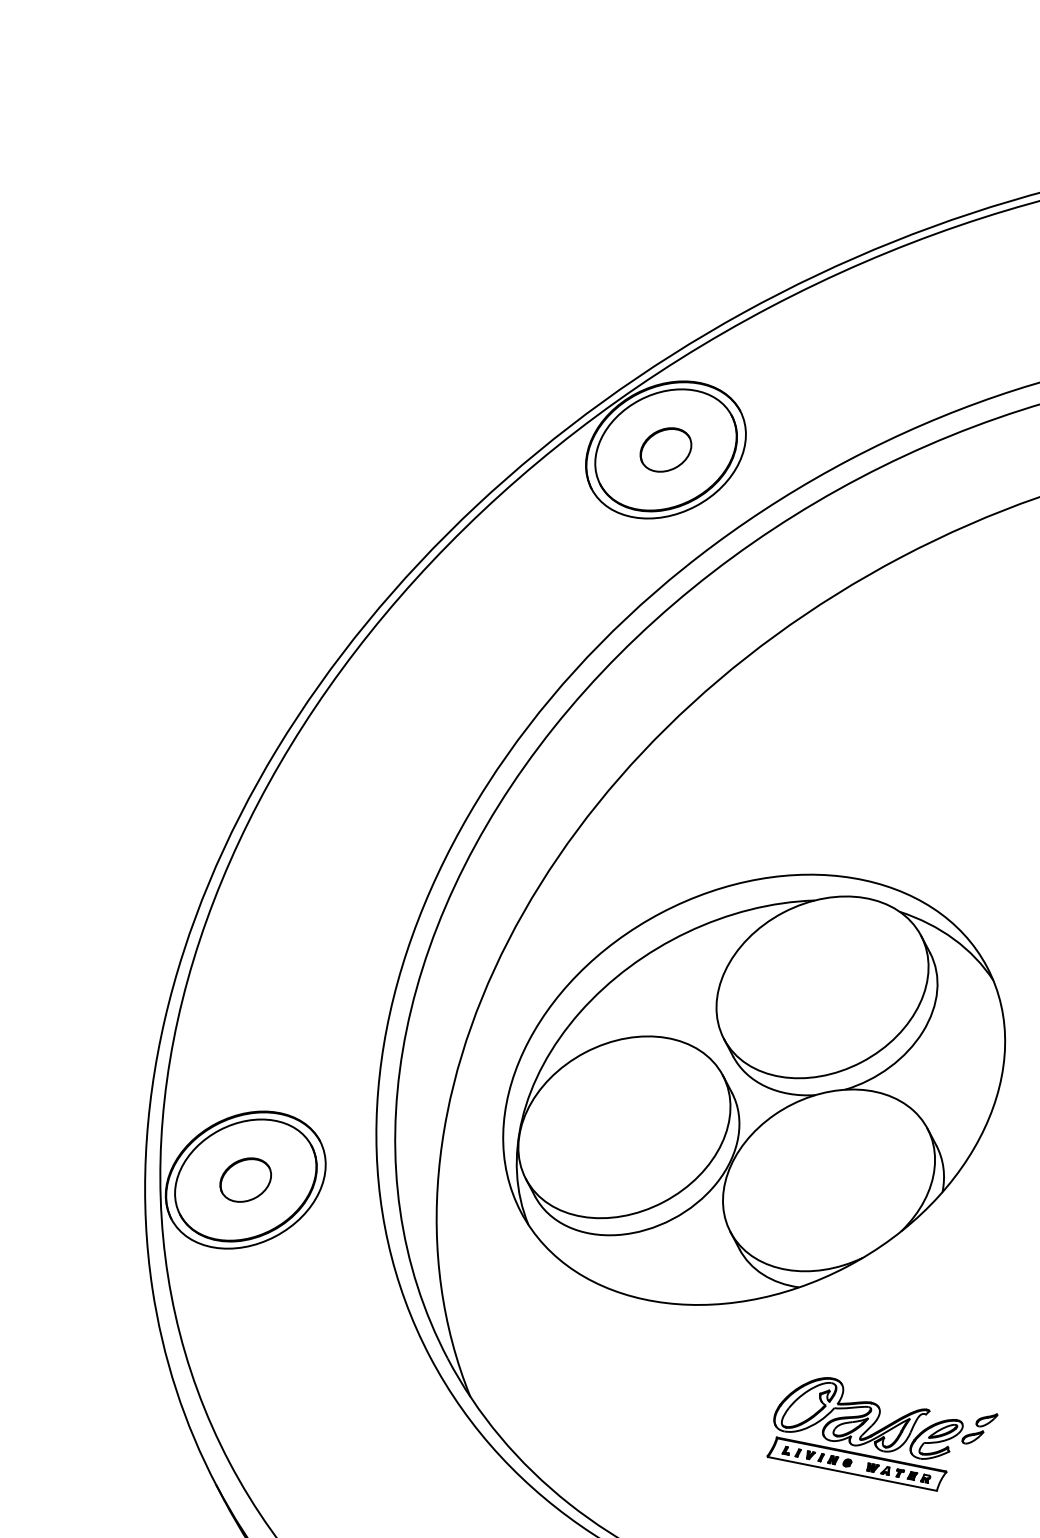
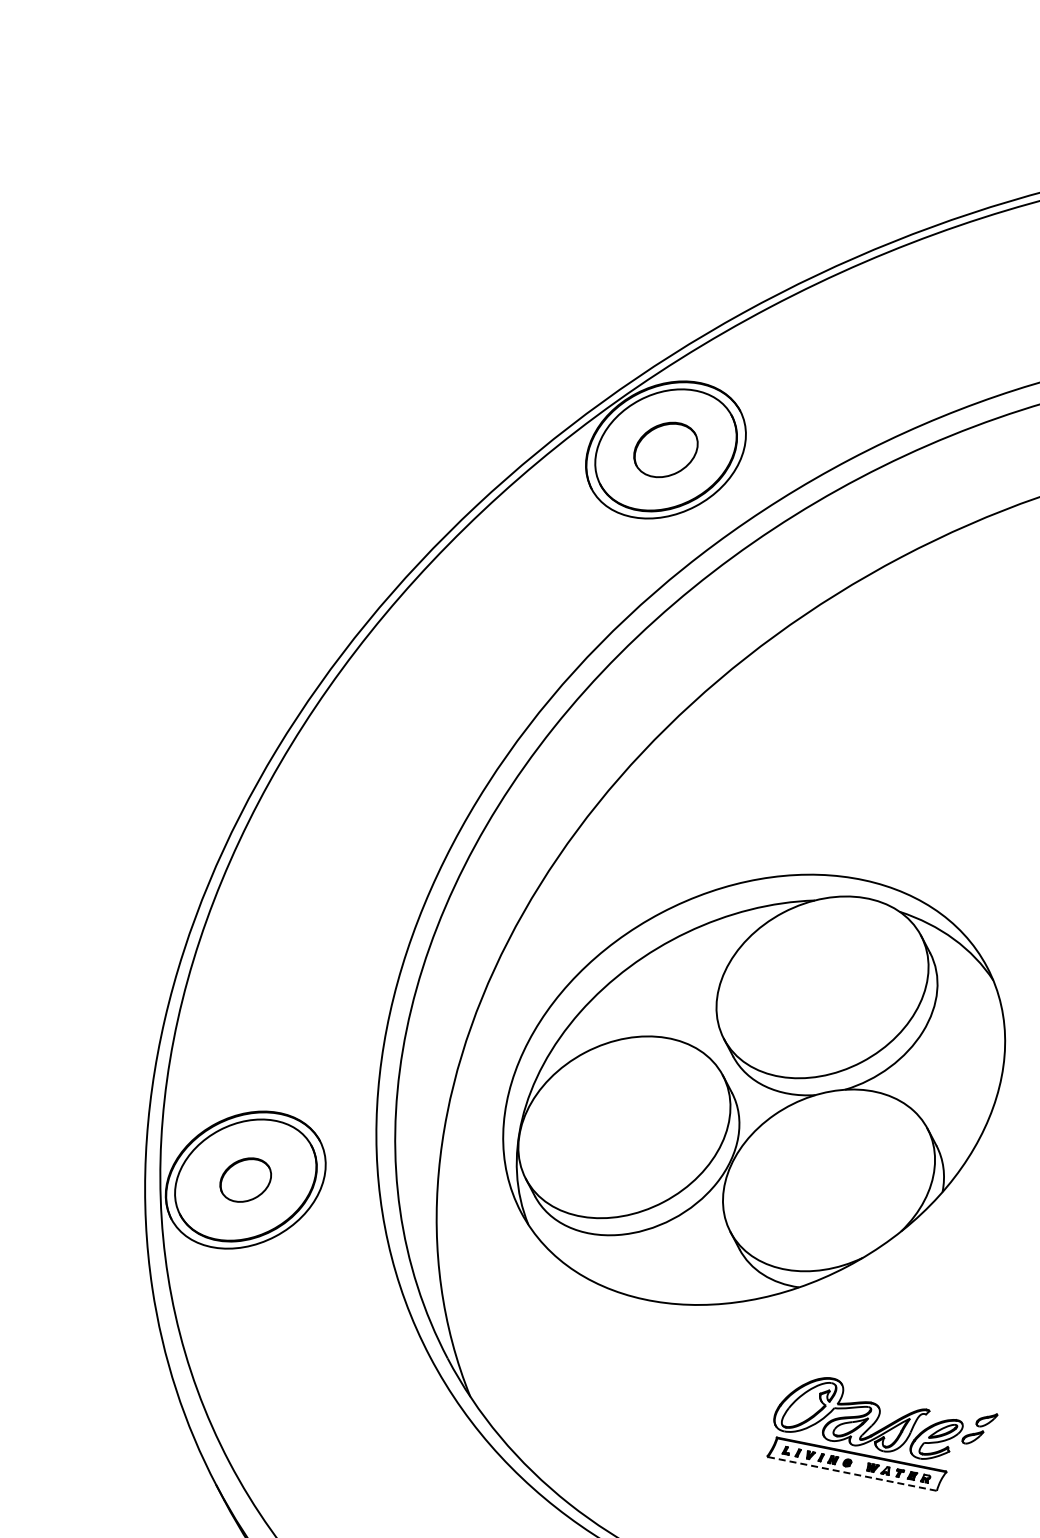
part at (665, 449) size: 54x46 px -> 66x58 px
line at (852, 1474): solid -> dashed
